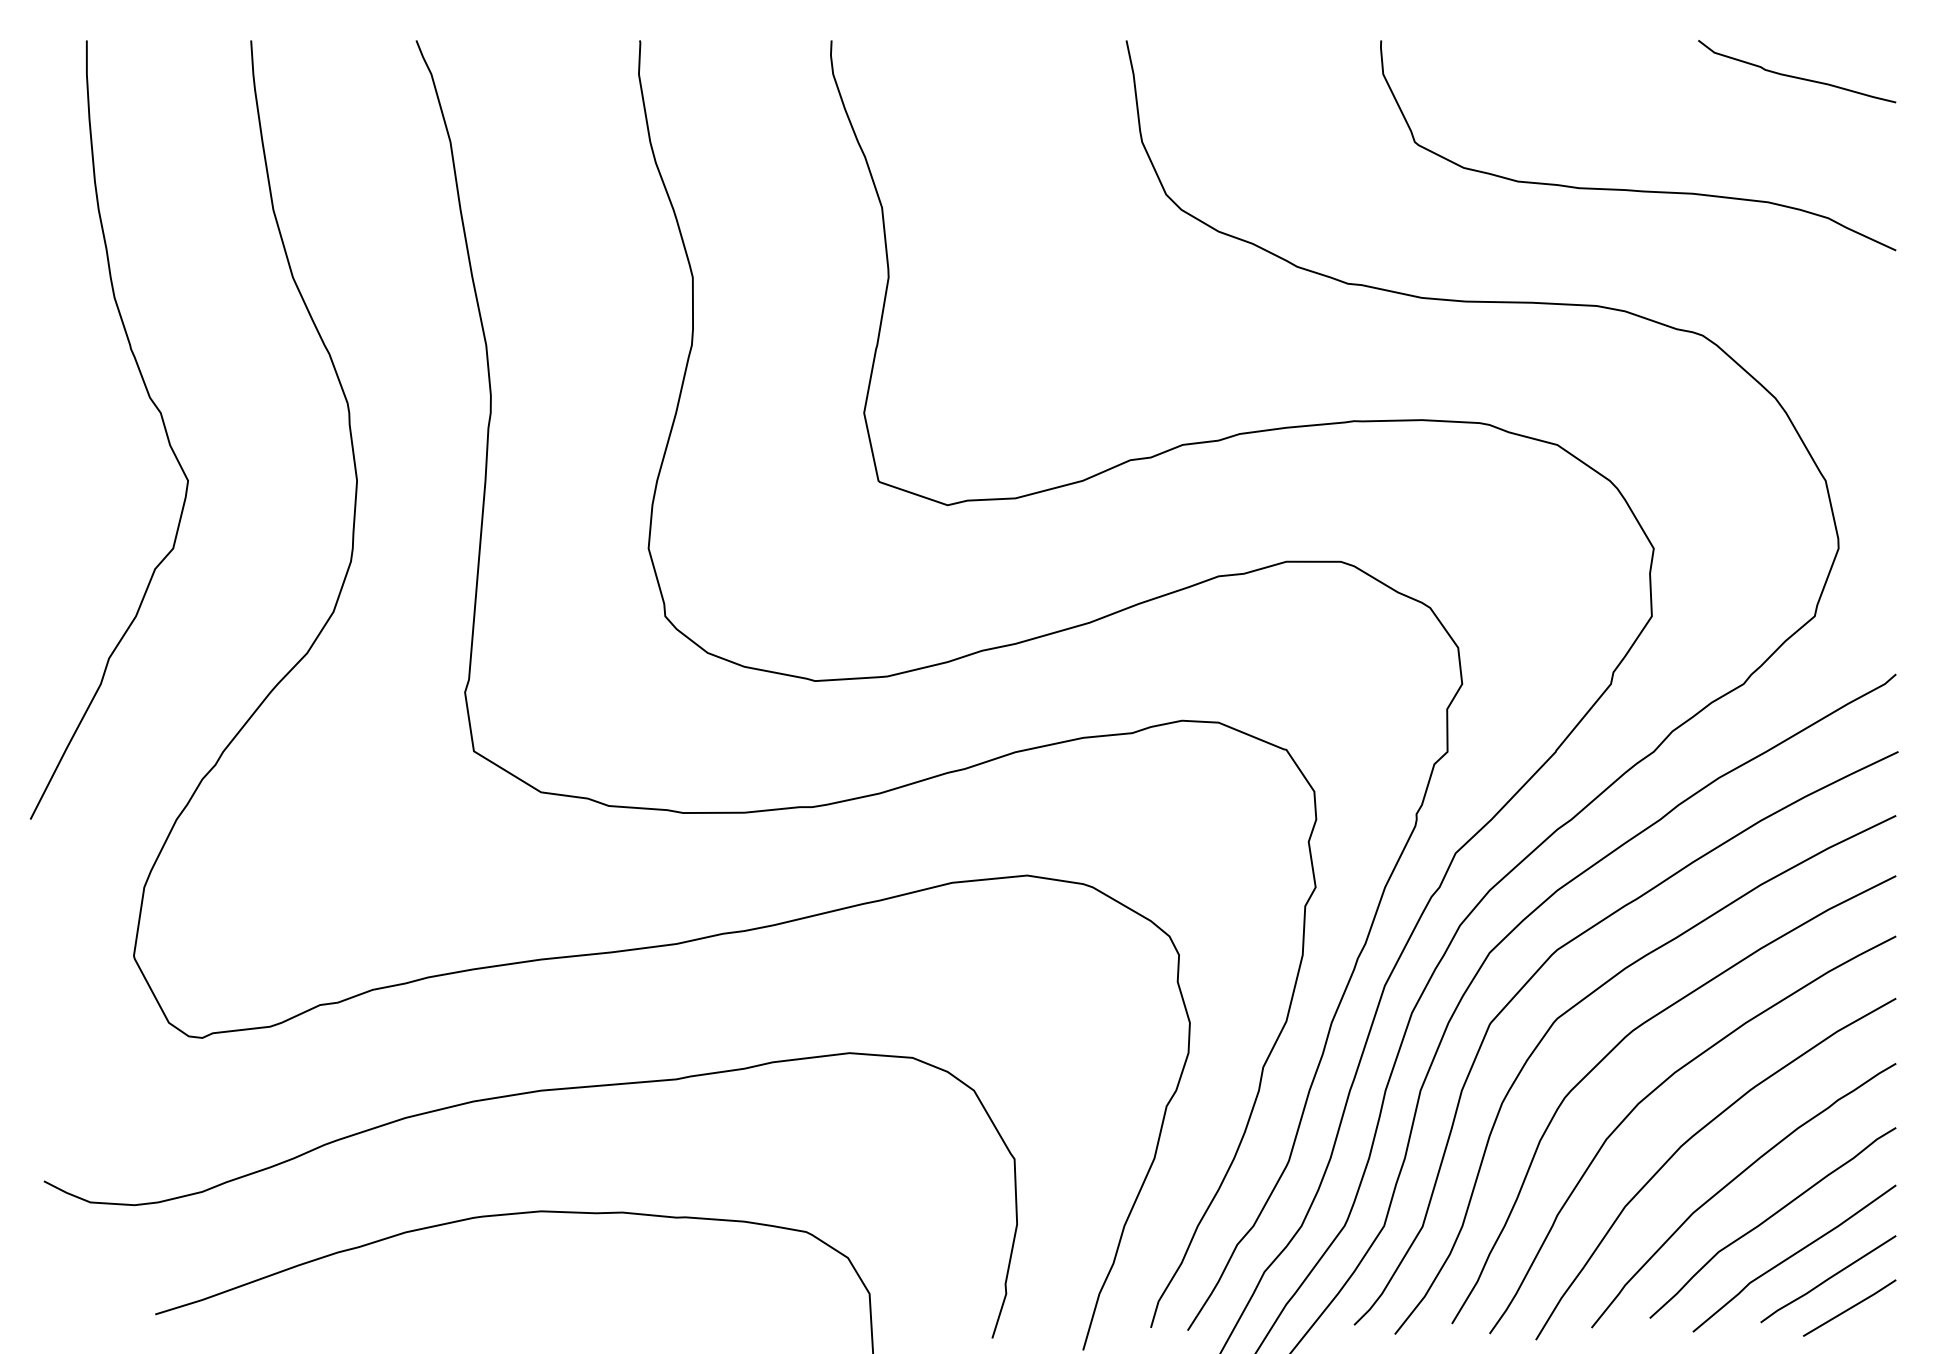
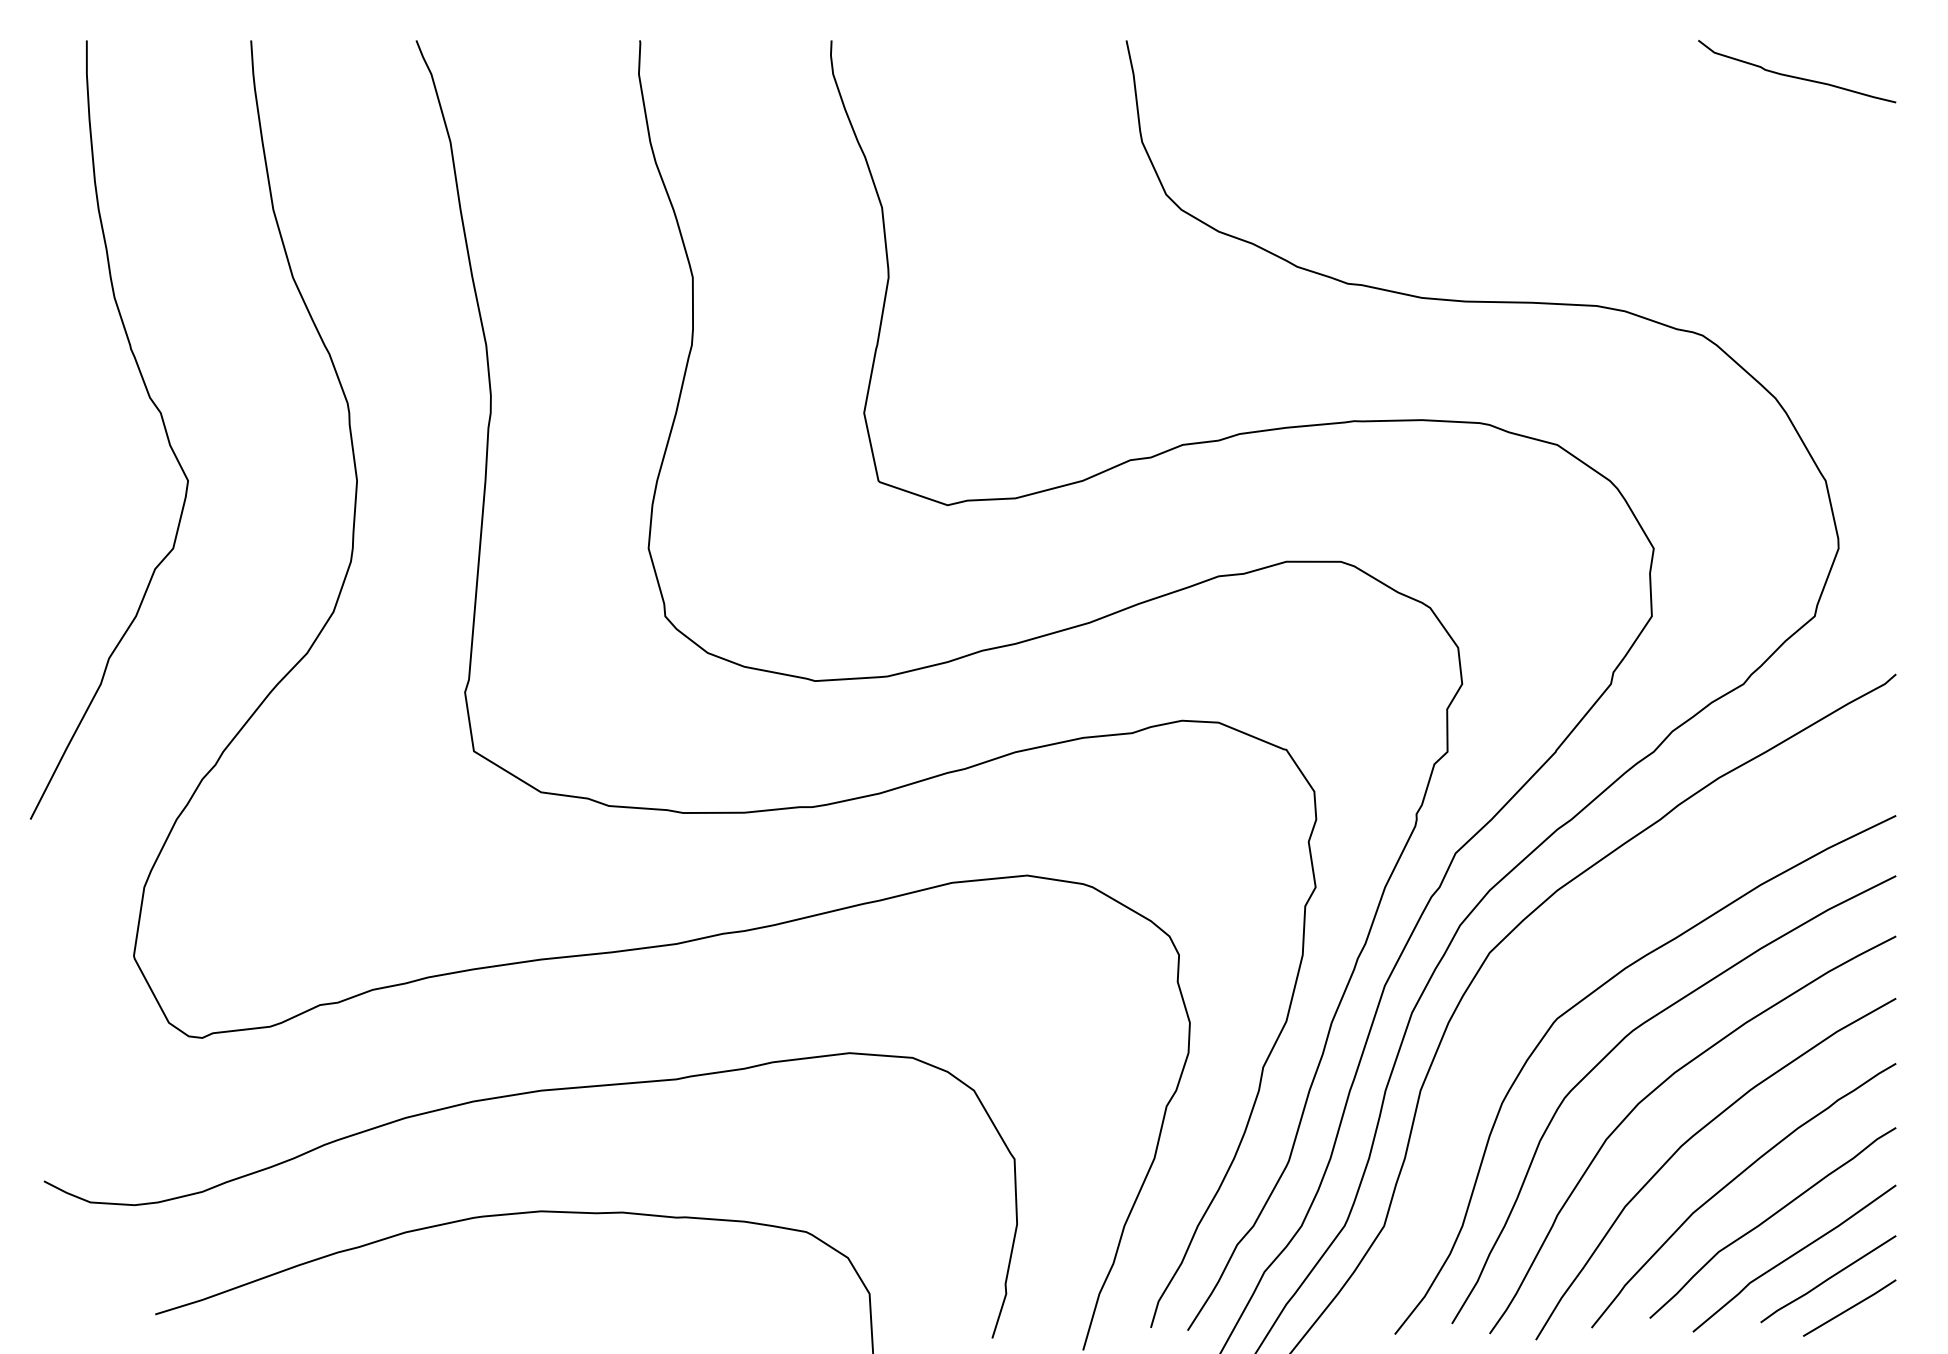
curve at (1634, 189): present -> none
curve at (1540, 969): present -> none
